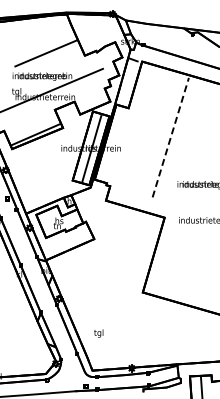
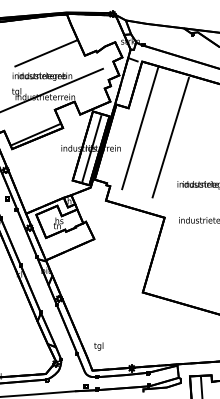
line at (140, 128): none -> present
line at (170, 137): dashed -> solid
text at (98, 333) position: (98, 333) -> (98, 346)
